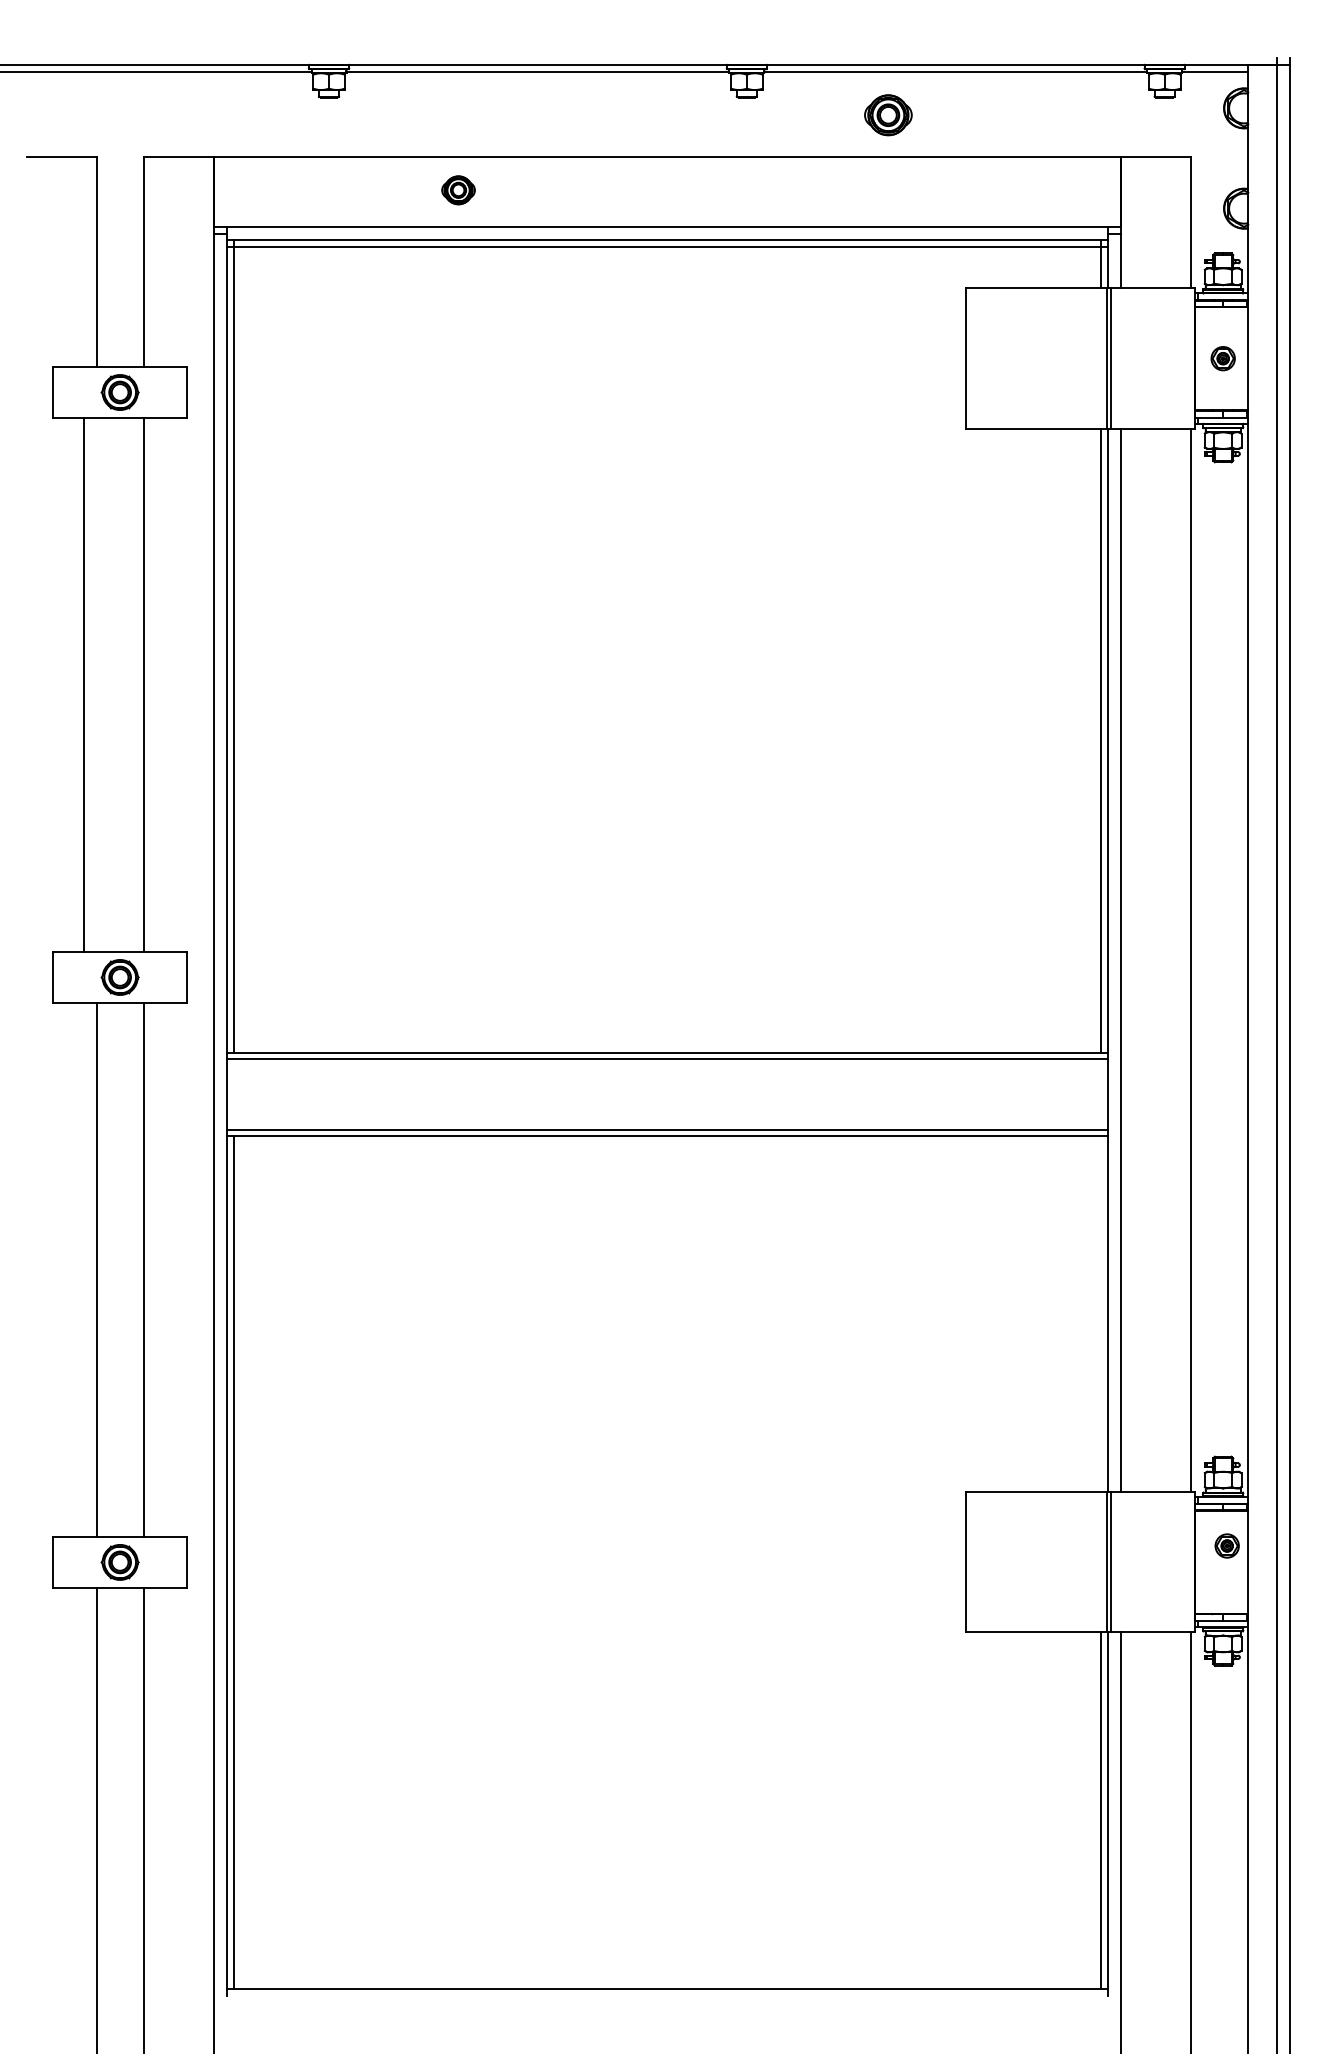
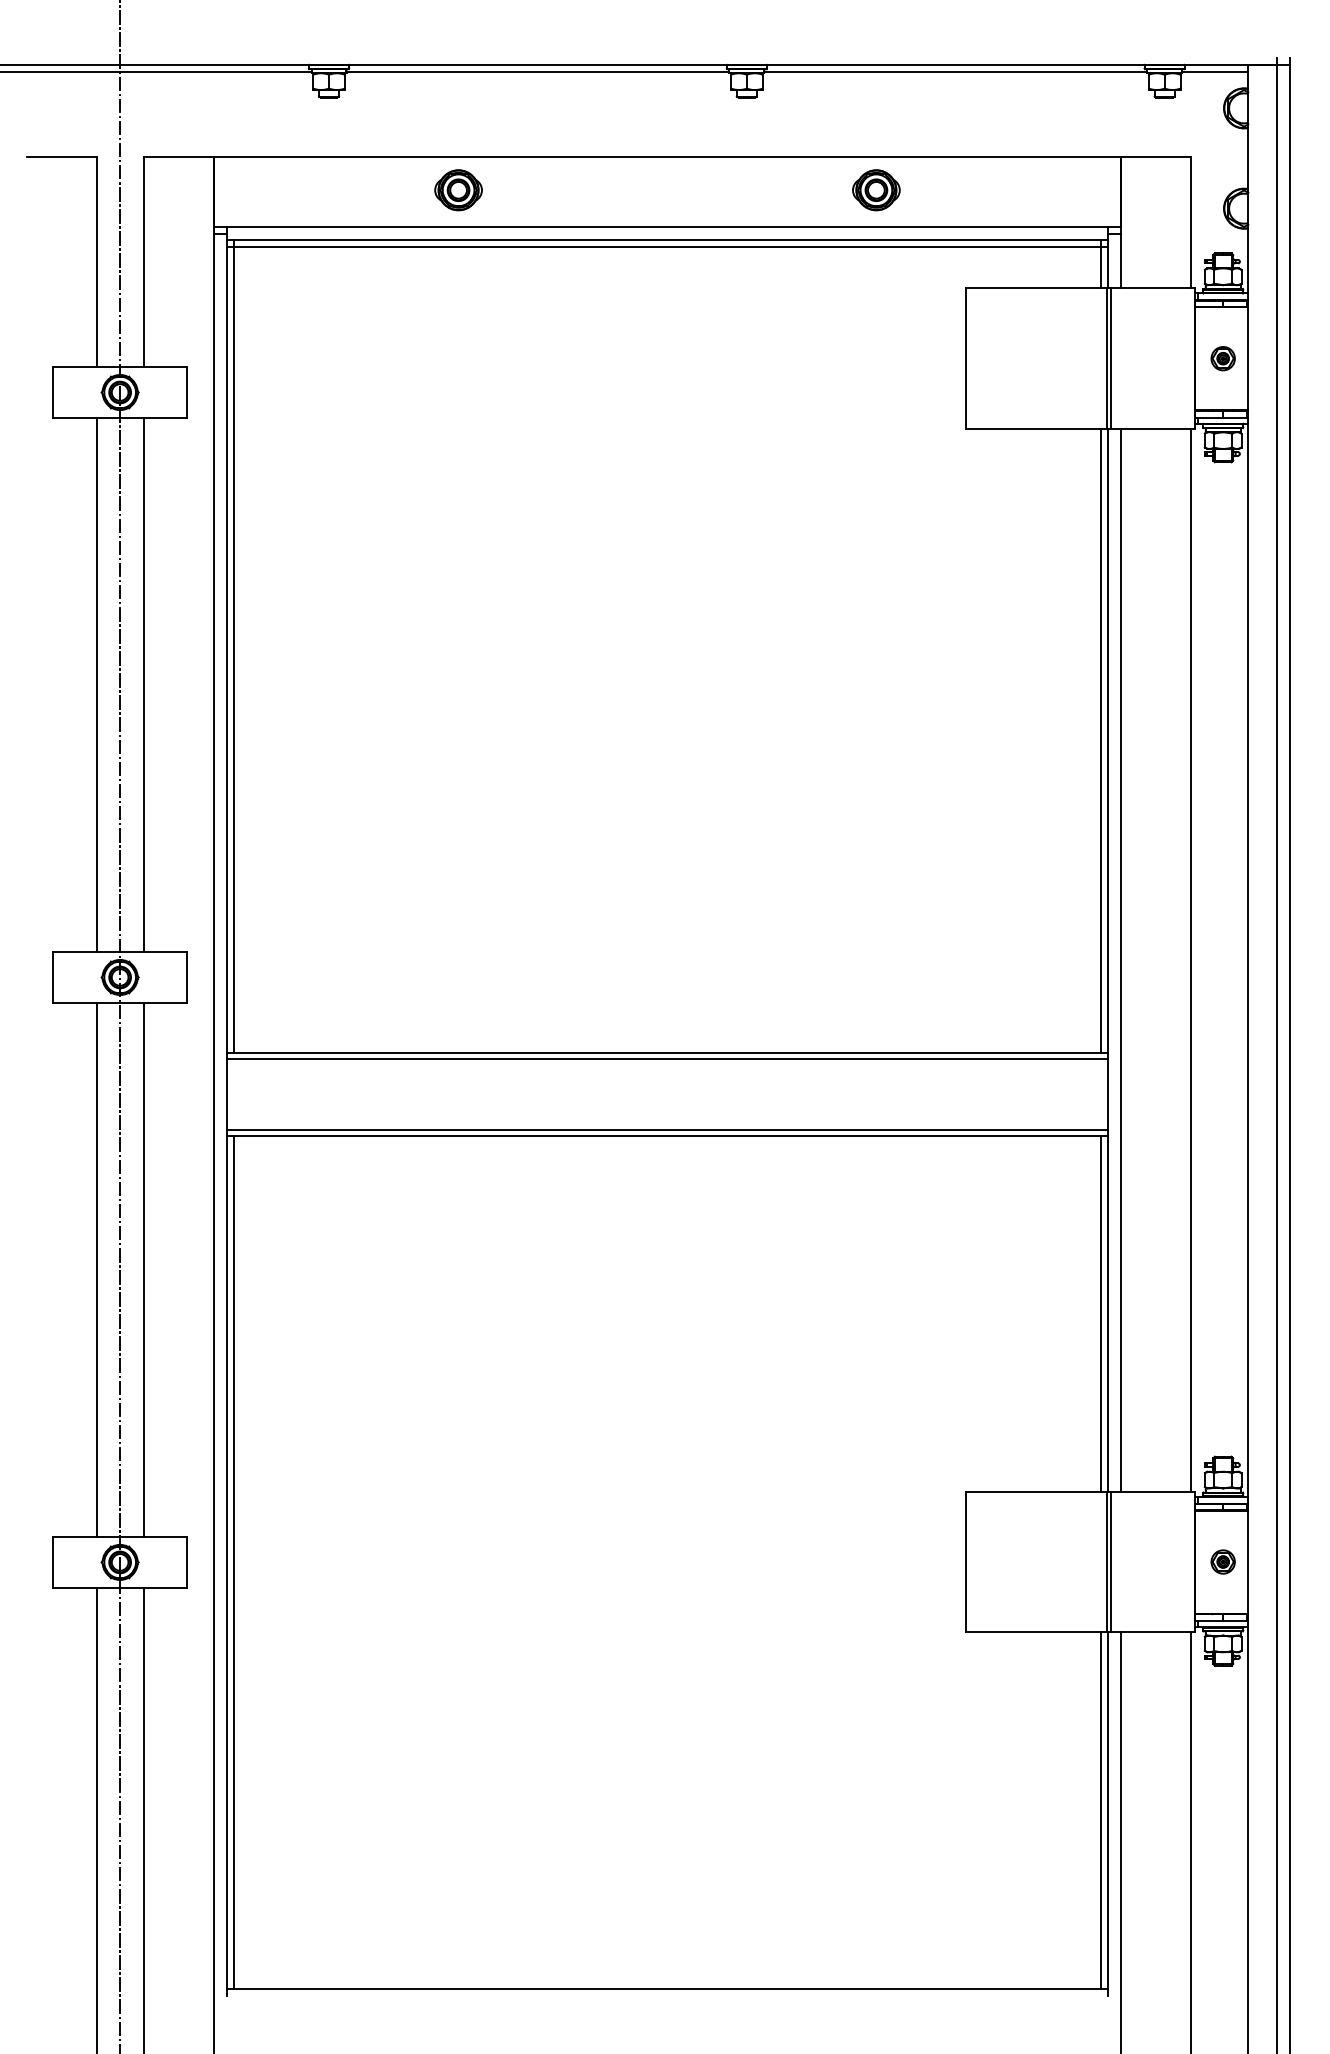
part at (888, 115) position: (888, 115) -> (876, 190)
part at (458, 190) size: 35x31 px -> 49x43 px
line at (83, 684) position: (83, 684) -> (96, 684)
line at (120, 1026): none -> present
line at (1101, 1313): none -> present
part at (1226, 1545) position: (1226, 1545) -> (1222, 1561)
